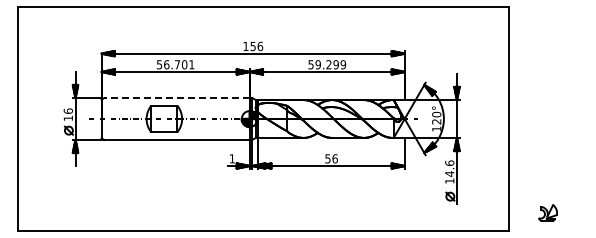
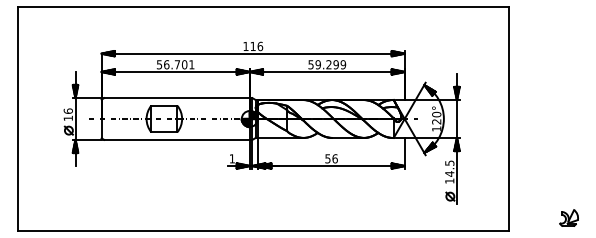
text at (252, 46): 156 -> 116
line at (177, 98): dashed -> solid
text at (449, 162): 14.6 -> 14.5
part at (547, 212) position: (547, 212) -> (568, 217)
